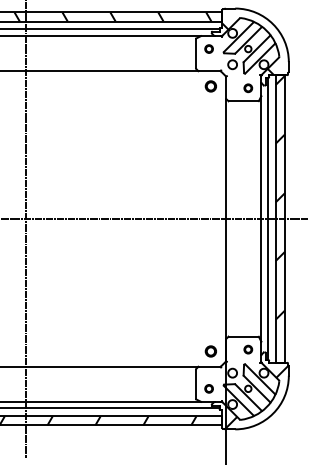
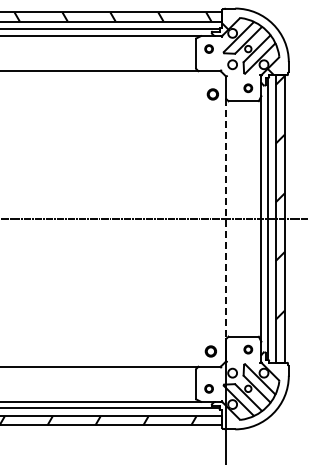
part at (210, 86) position: (210, 86) -> (212, 94)
line at (226, 219): solid -> dashed
line at (26, 230): present -> none
hatch at (256, 397): present -> none
